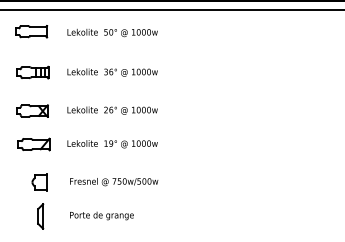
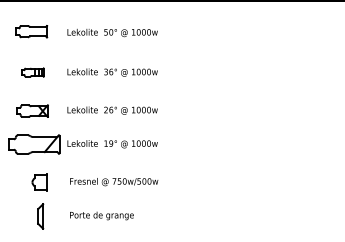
line at (171, 10): present -> none
part at (32, 72) size: 34x15 px -> 24x11 px
part at (33, 144) size: 34x15 px -> 53x21 px
